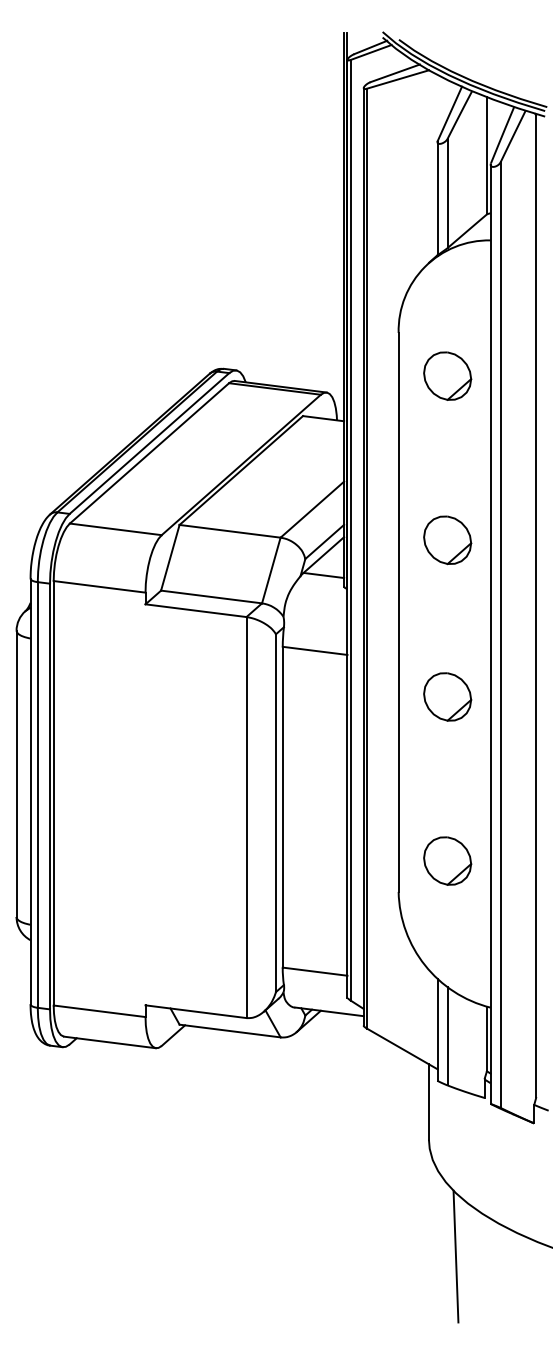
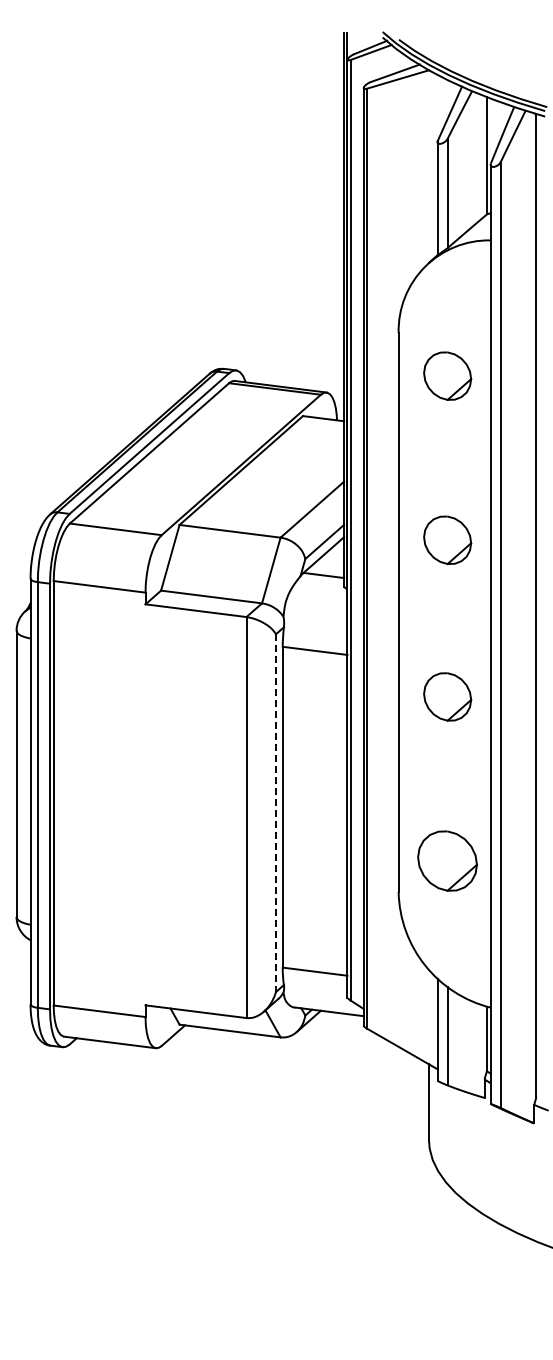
line at (276, 813): solid -> dashed
part at (447, 860) size: 50x50 px -> 61x62 px
line at (455, 1256): present -> none
